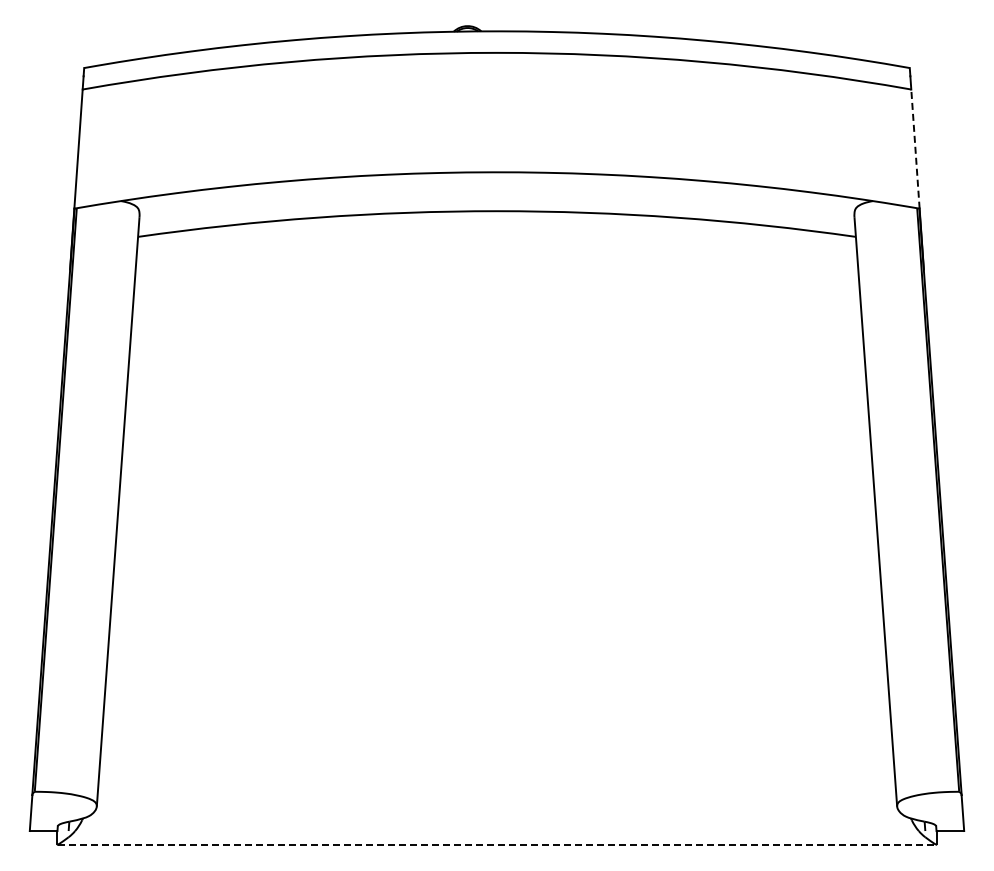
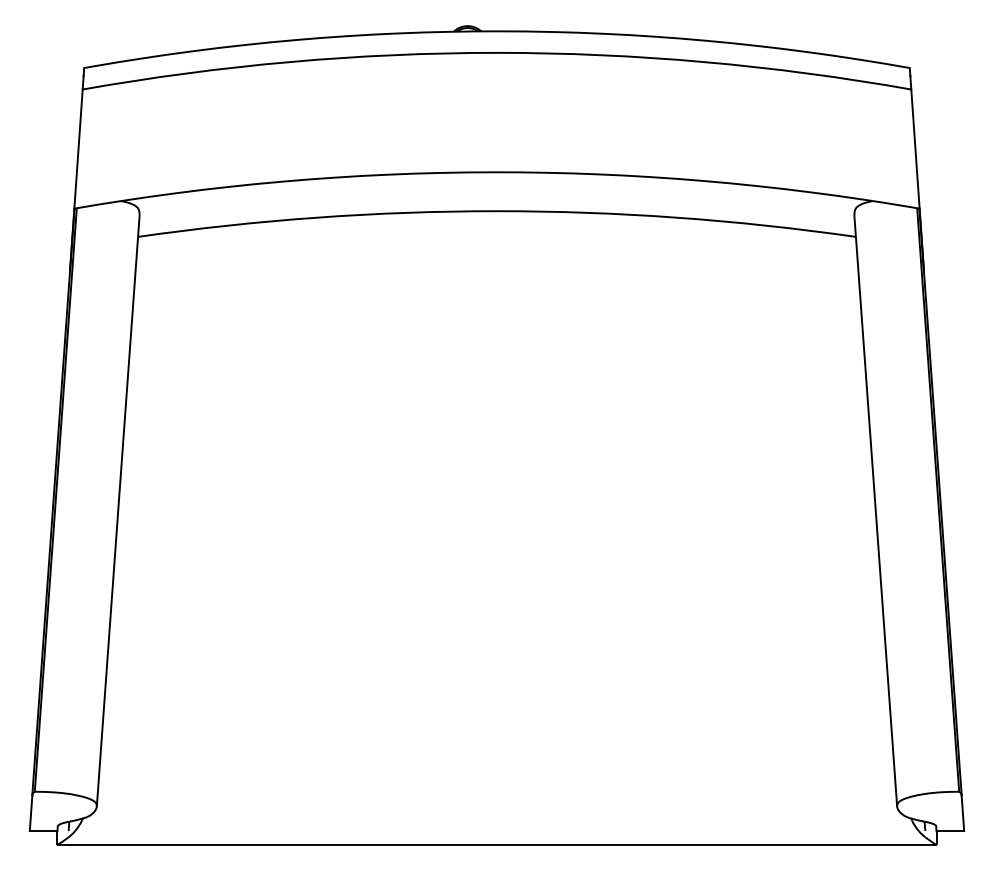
line at (915, 149): dashed -> solid
line at (497, 844): dashed -> solid
